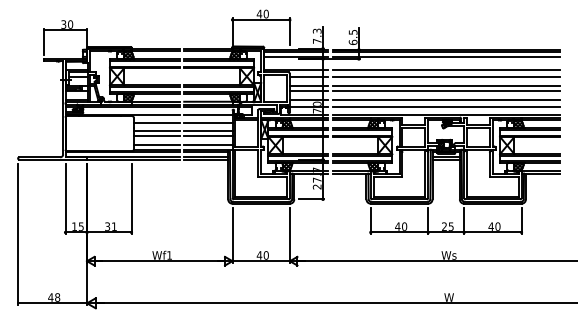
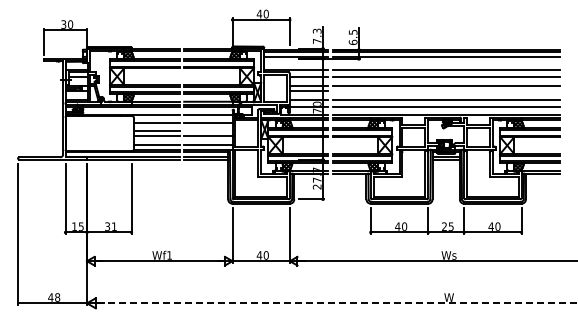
line at (445, 91): present -> none
line at (208, 131): present -> none
line at (337, 303): solid -> dashed
